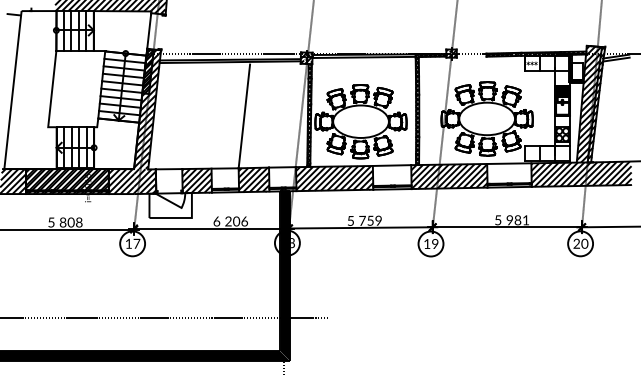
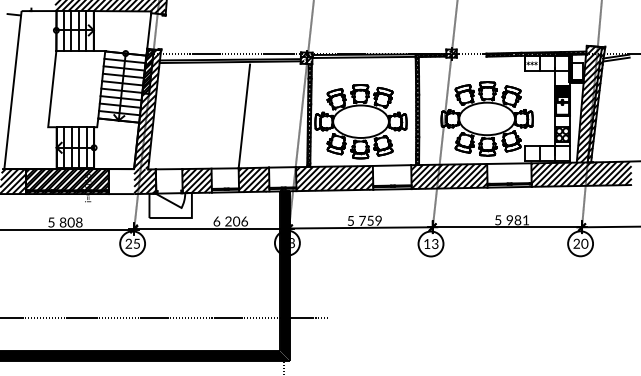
hatch at (121, 181): present -> none
text at (132, 243): 17 -> 25
text at (435, 244): 19 -> 13
